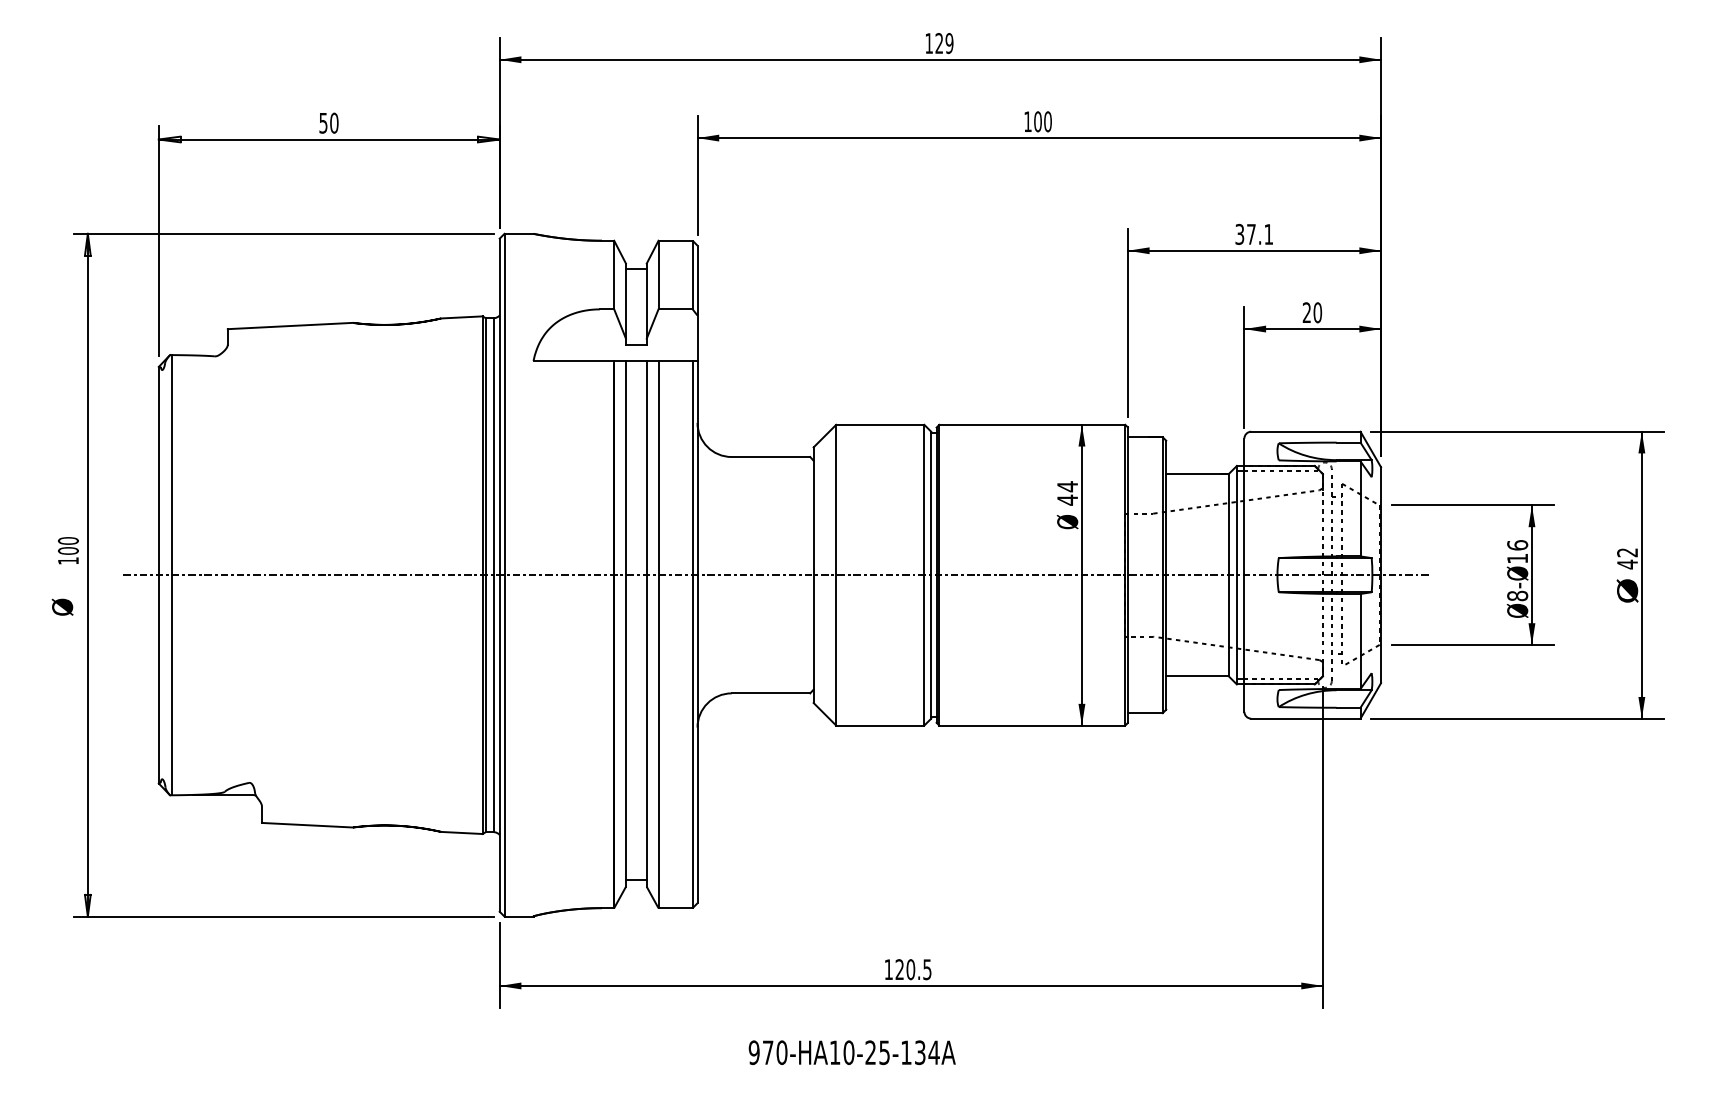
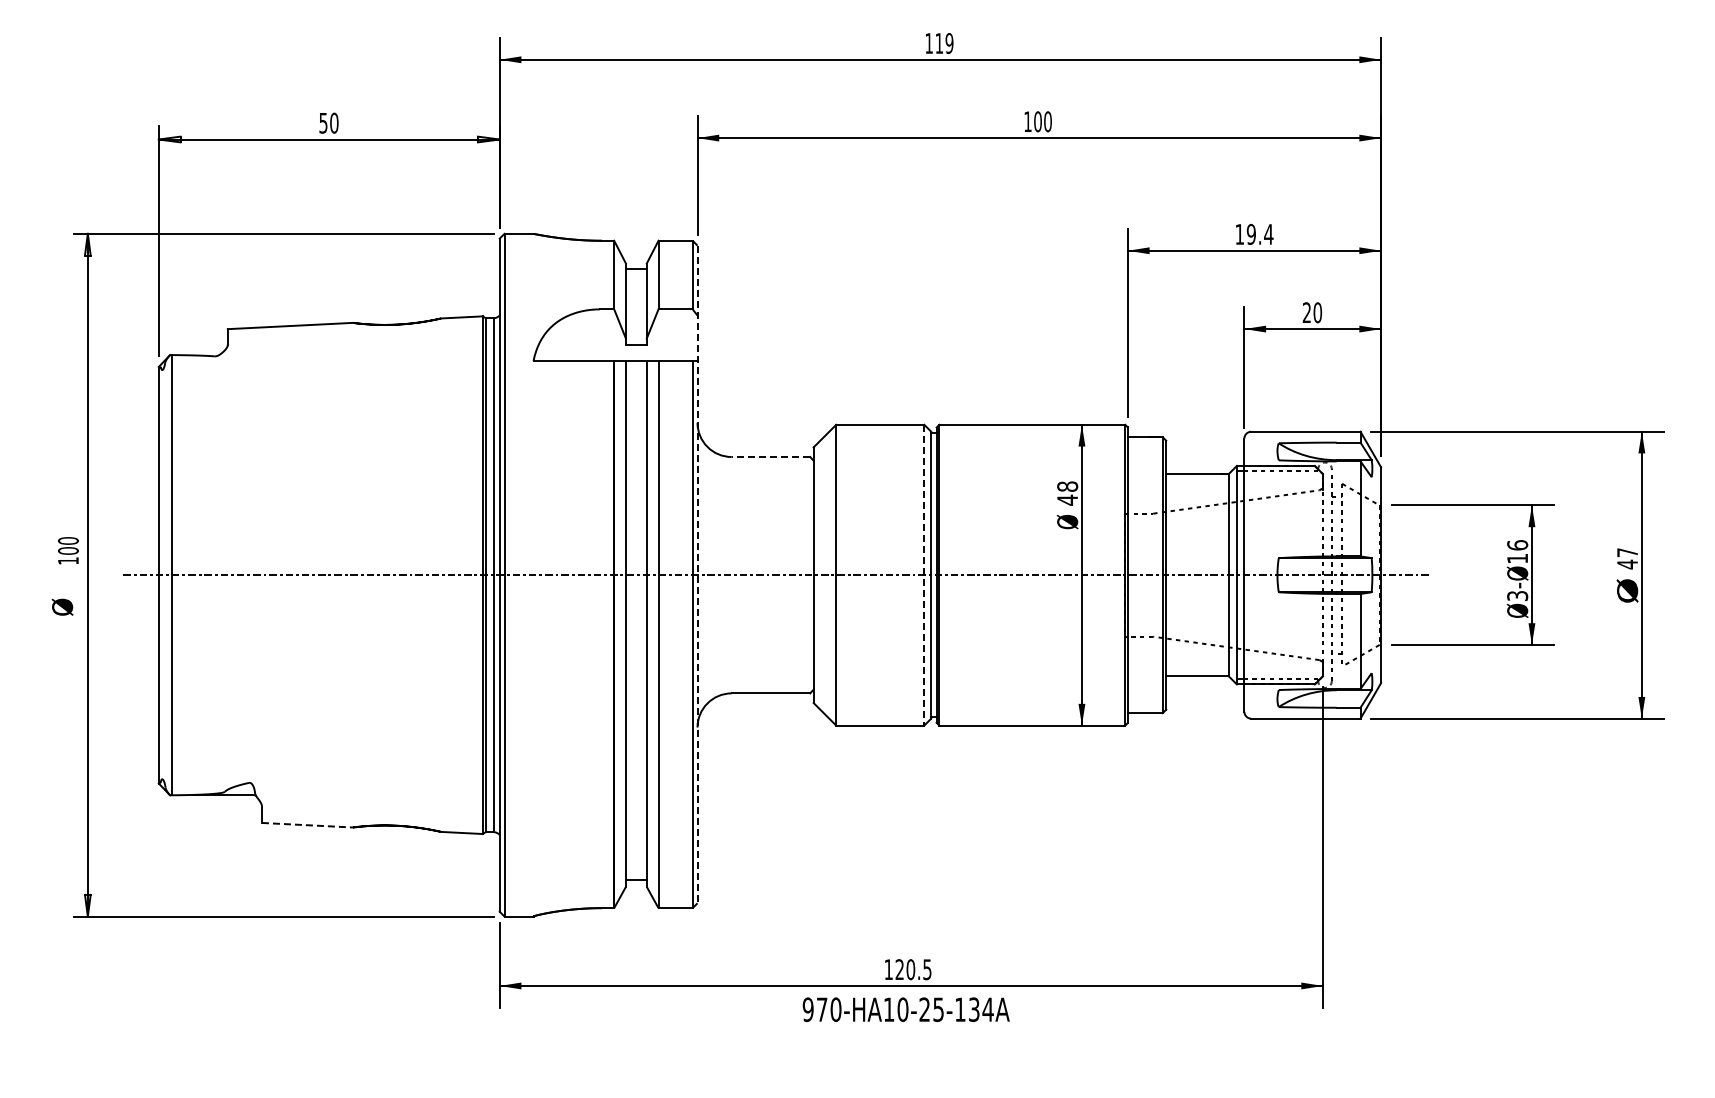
text at (938, 43): 129 -> 119
text at (1254, 233): 37.1 -> 19.4
line at (770, 457): solid -> dashed
text at (1067, 486): 44 -> 48
text at (1627, 552): 42 -> 47
line at (697, 574): solid -> dashed
line at (924, 575): solid -> dashed
text at (1517, 595): Ø8-Ø16 -> Ø3-Ø16
line at (307, 825): solid -> dashed
text at (851, 1052) position: (851, 1052) -> (905, 1009)
